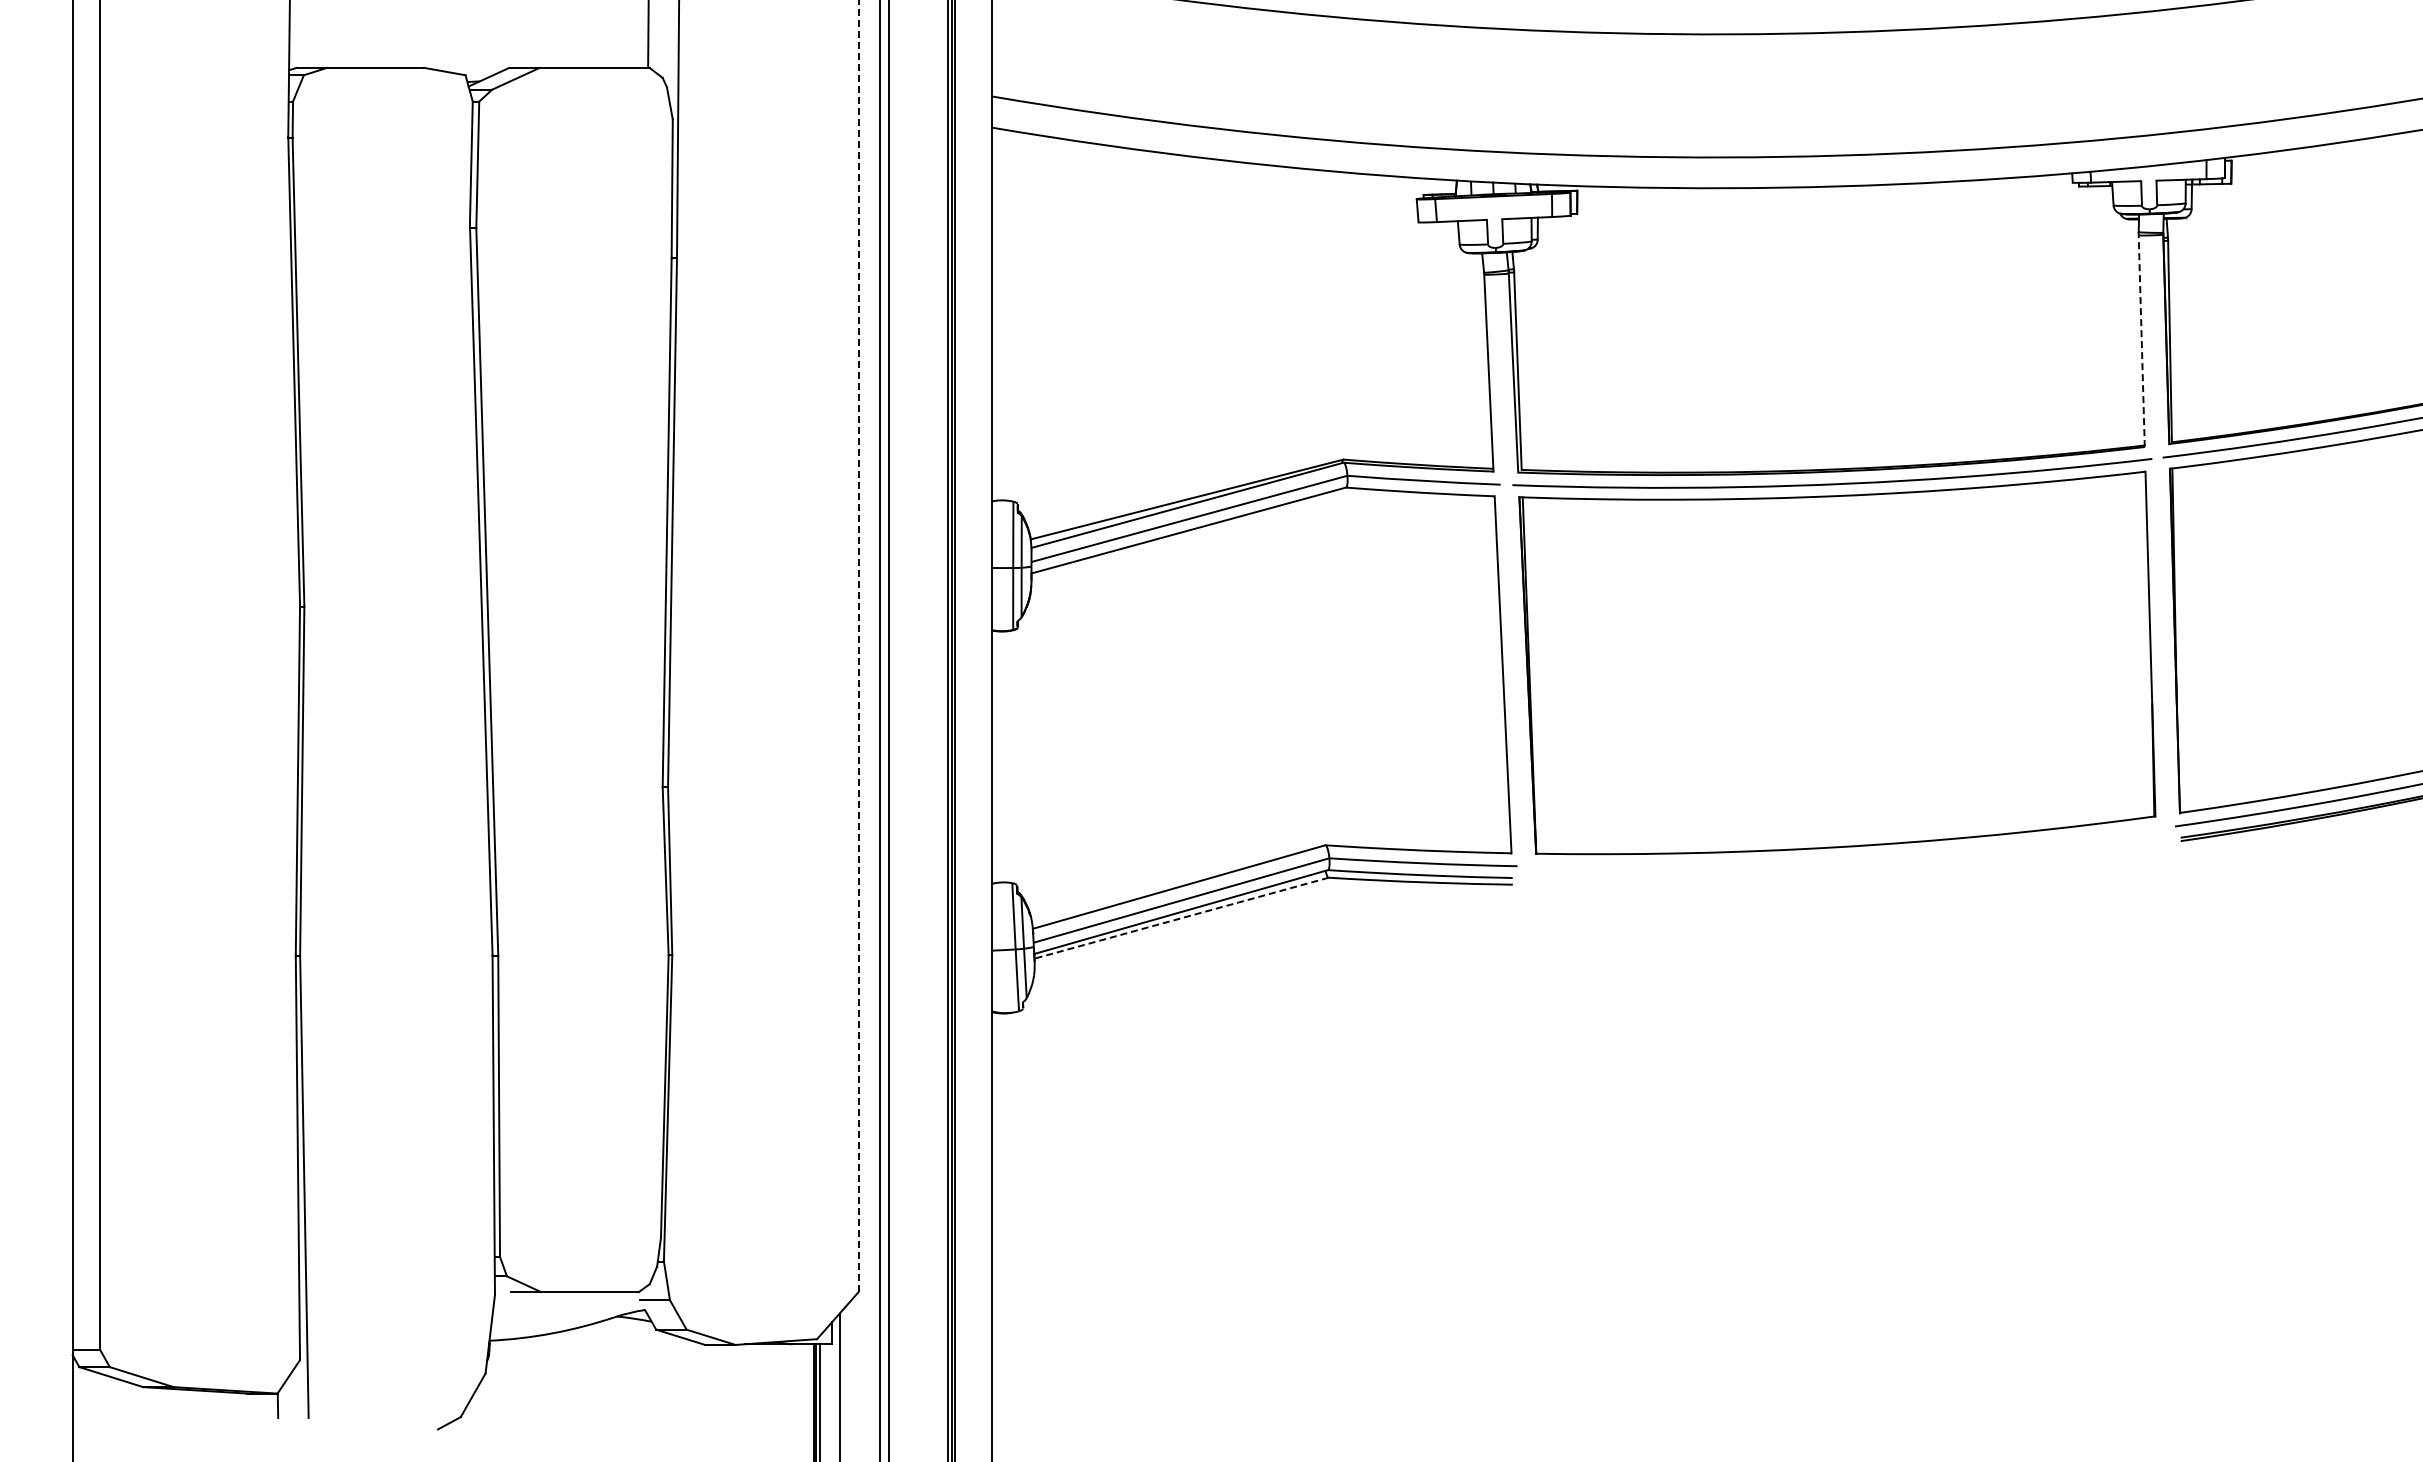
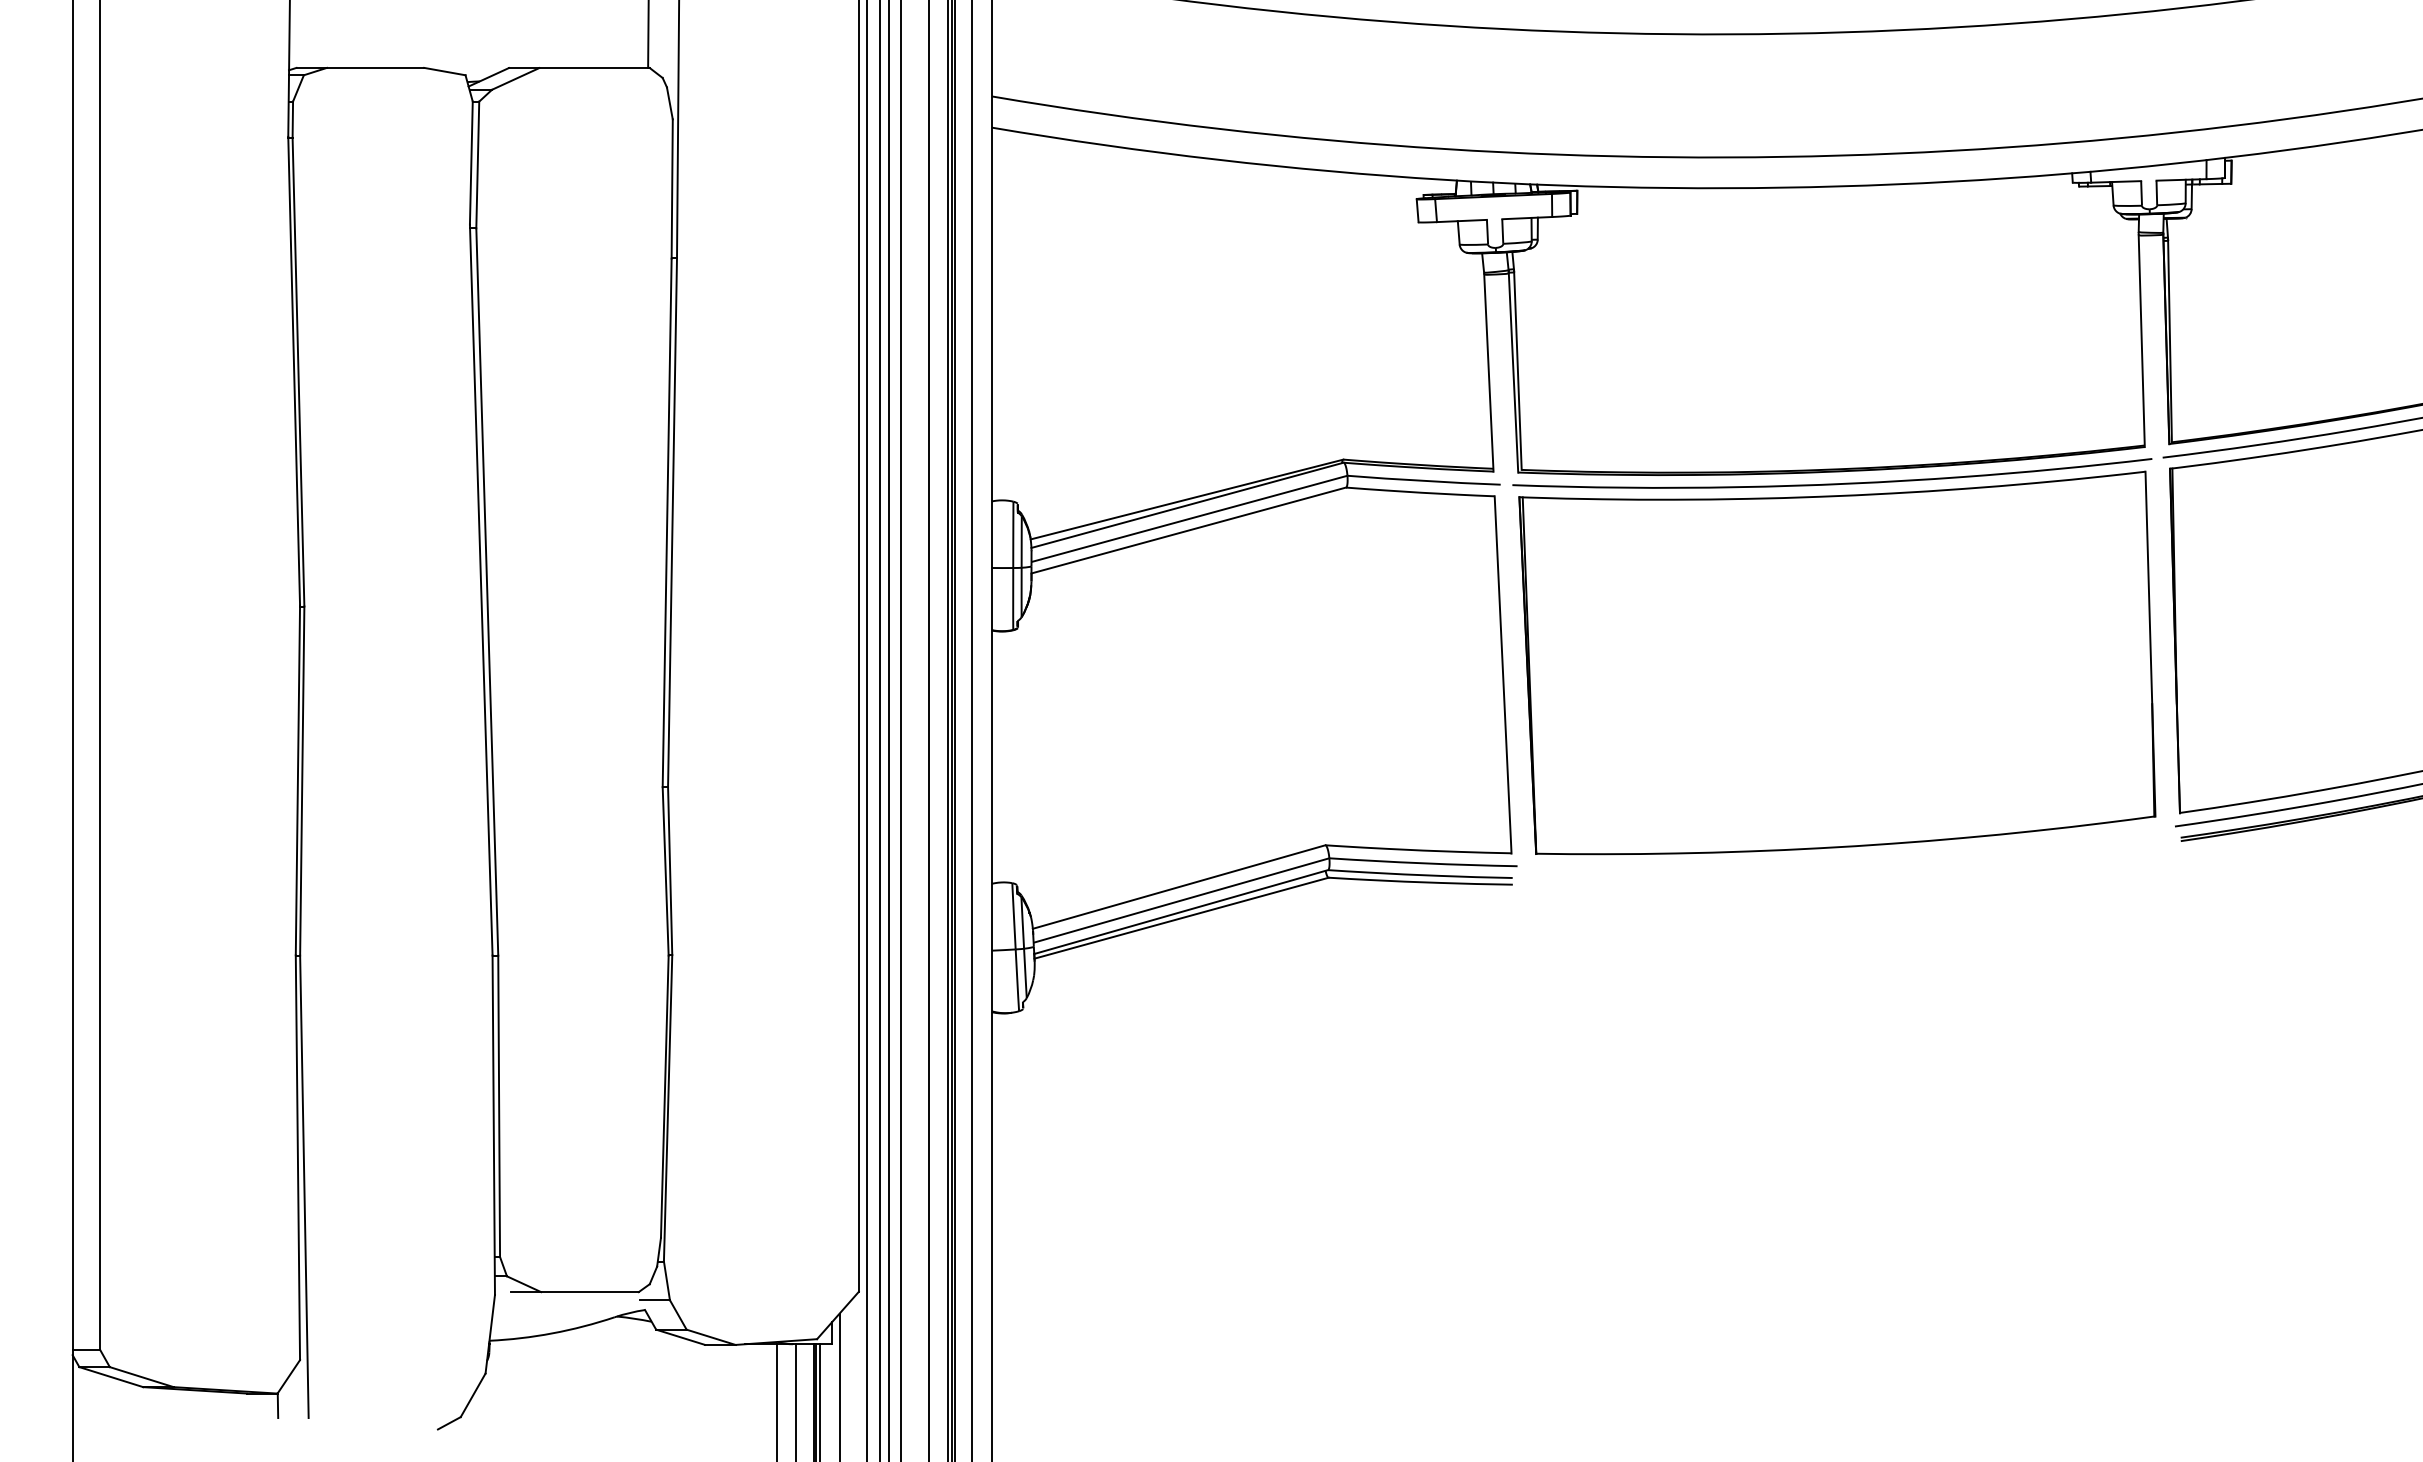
line at (2141, 341): dashed -> solid
line at (858, 646): dashed -> solid
line at (867, 730): none -> present
line at (901, 730): none -> present
line at (928, 730): none -> present
line at (972, 730): none -> present
line at (1181, 918): dashed -> solid
line at (776, 1401): none -> present
line at (796, 1401): none -> present
